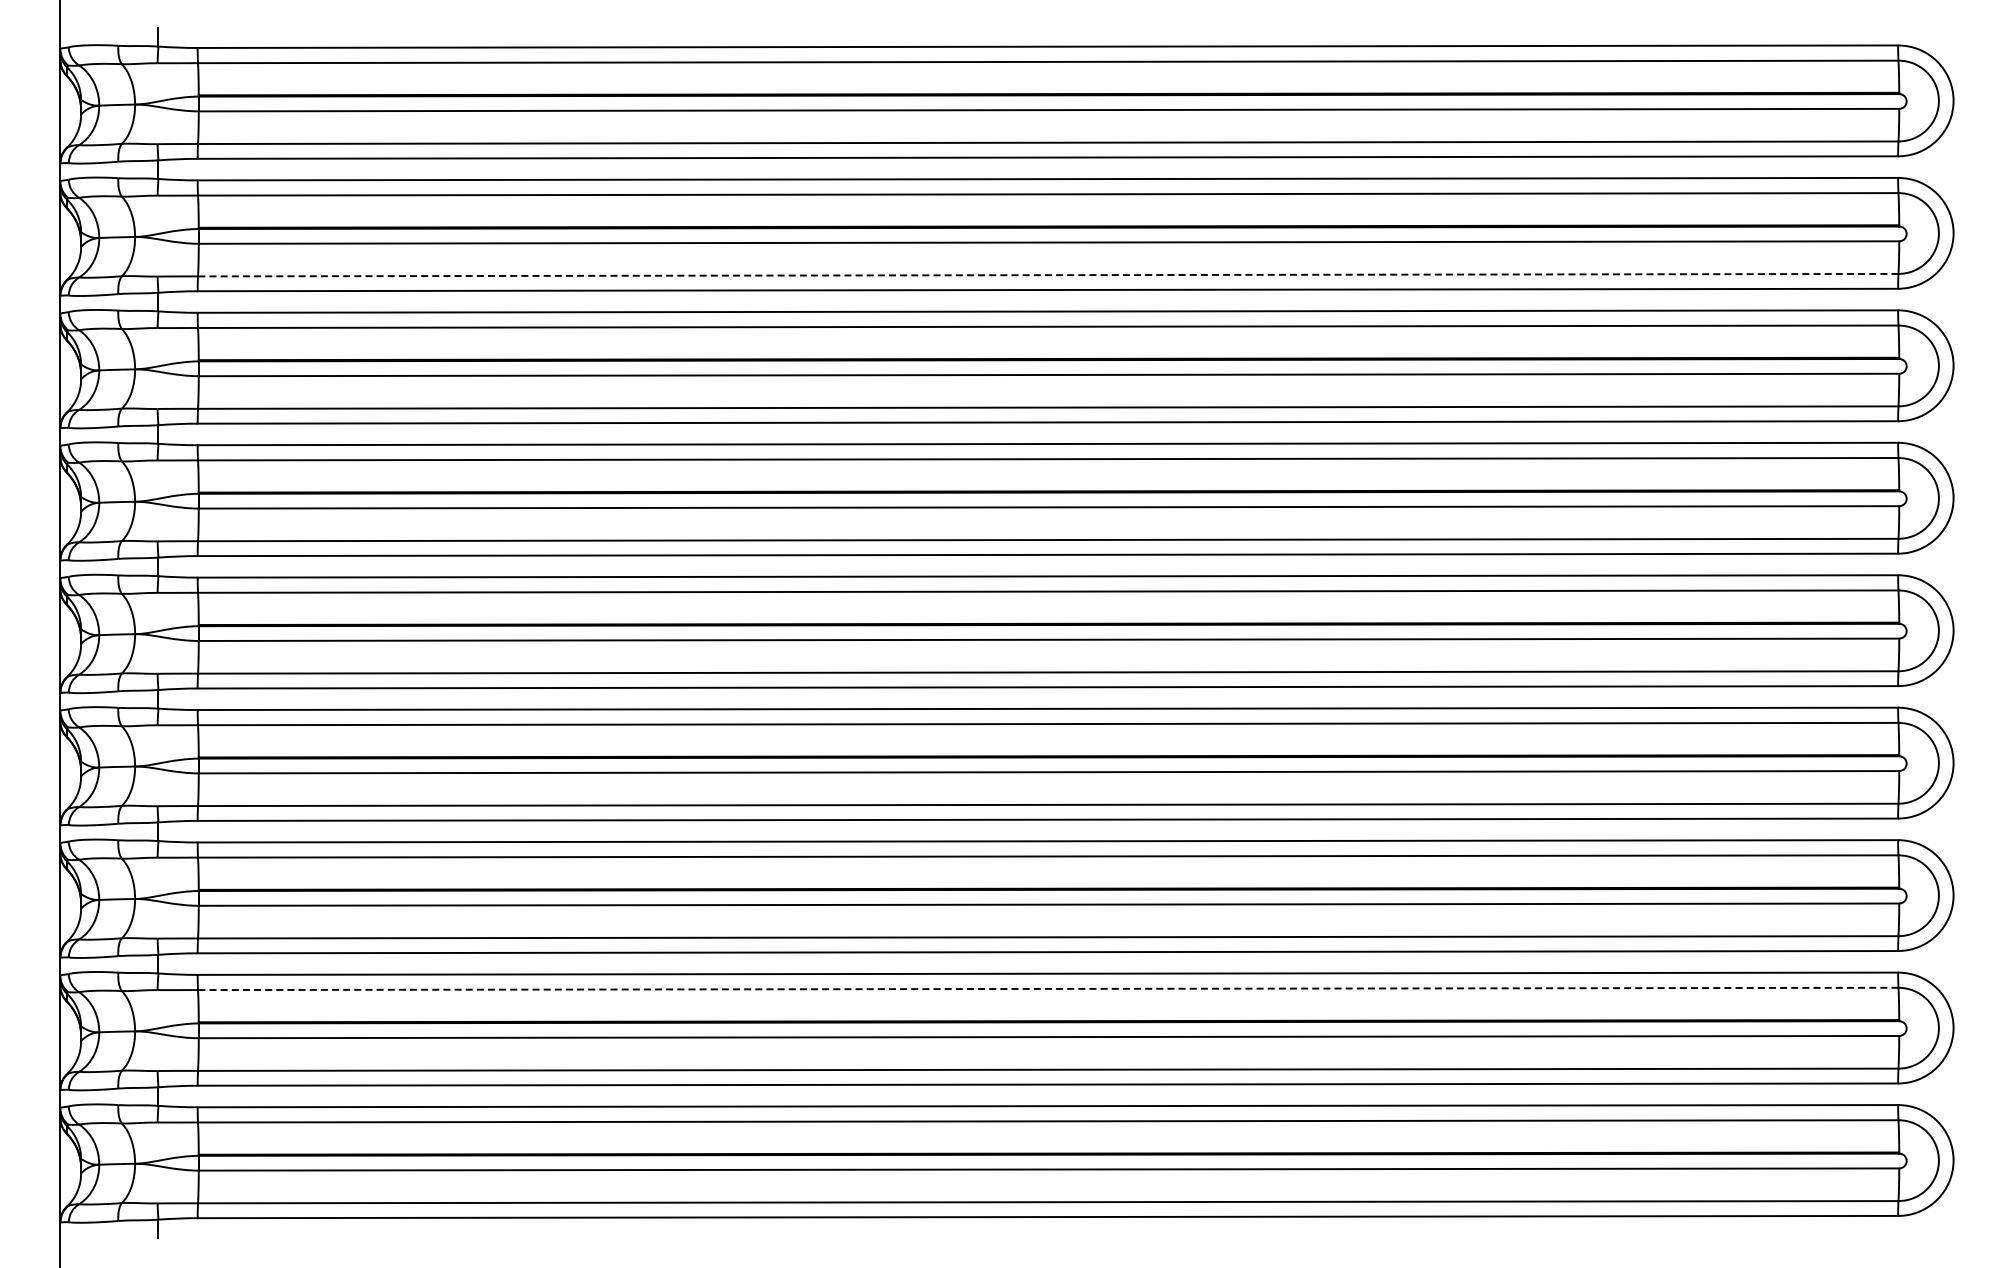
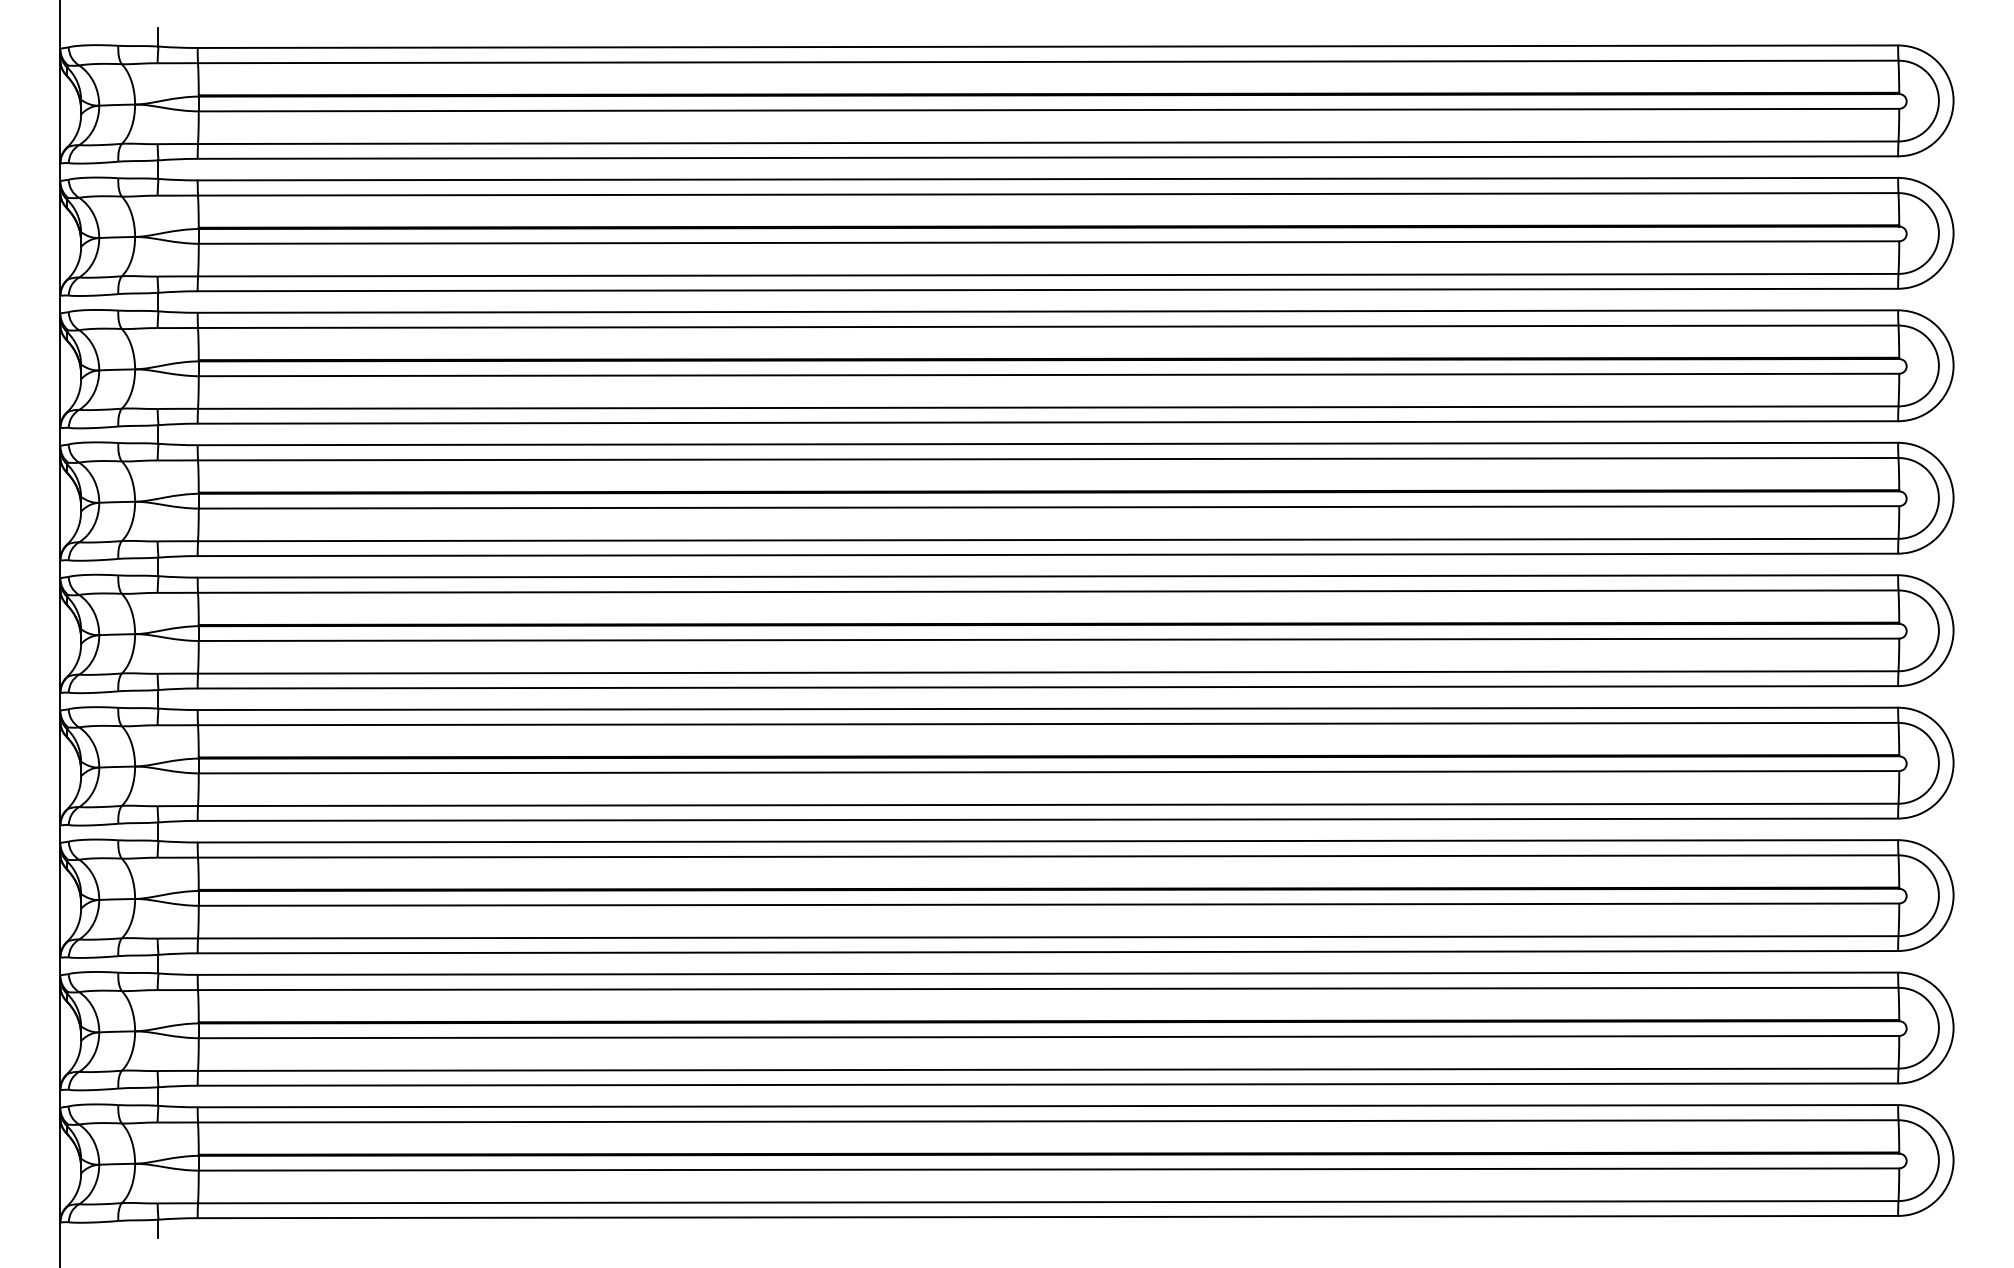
line at (1047, 275): dashed -> solid
line at (1047, 988): dashed -> solid
